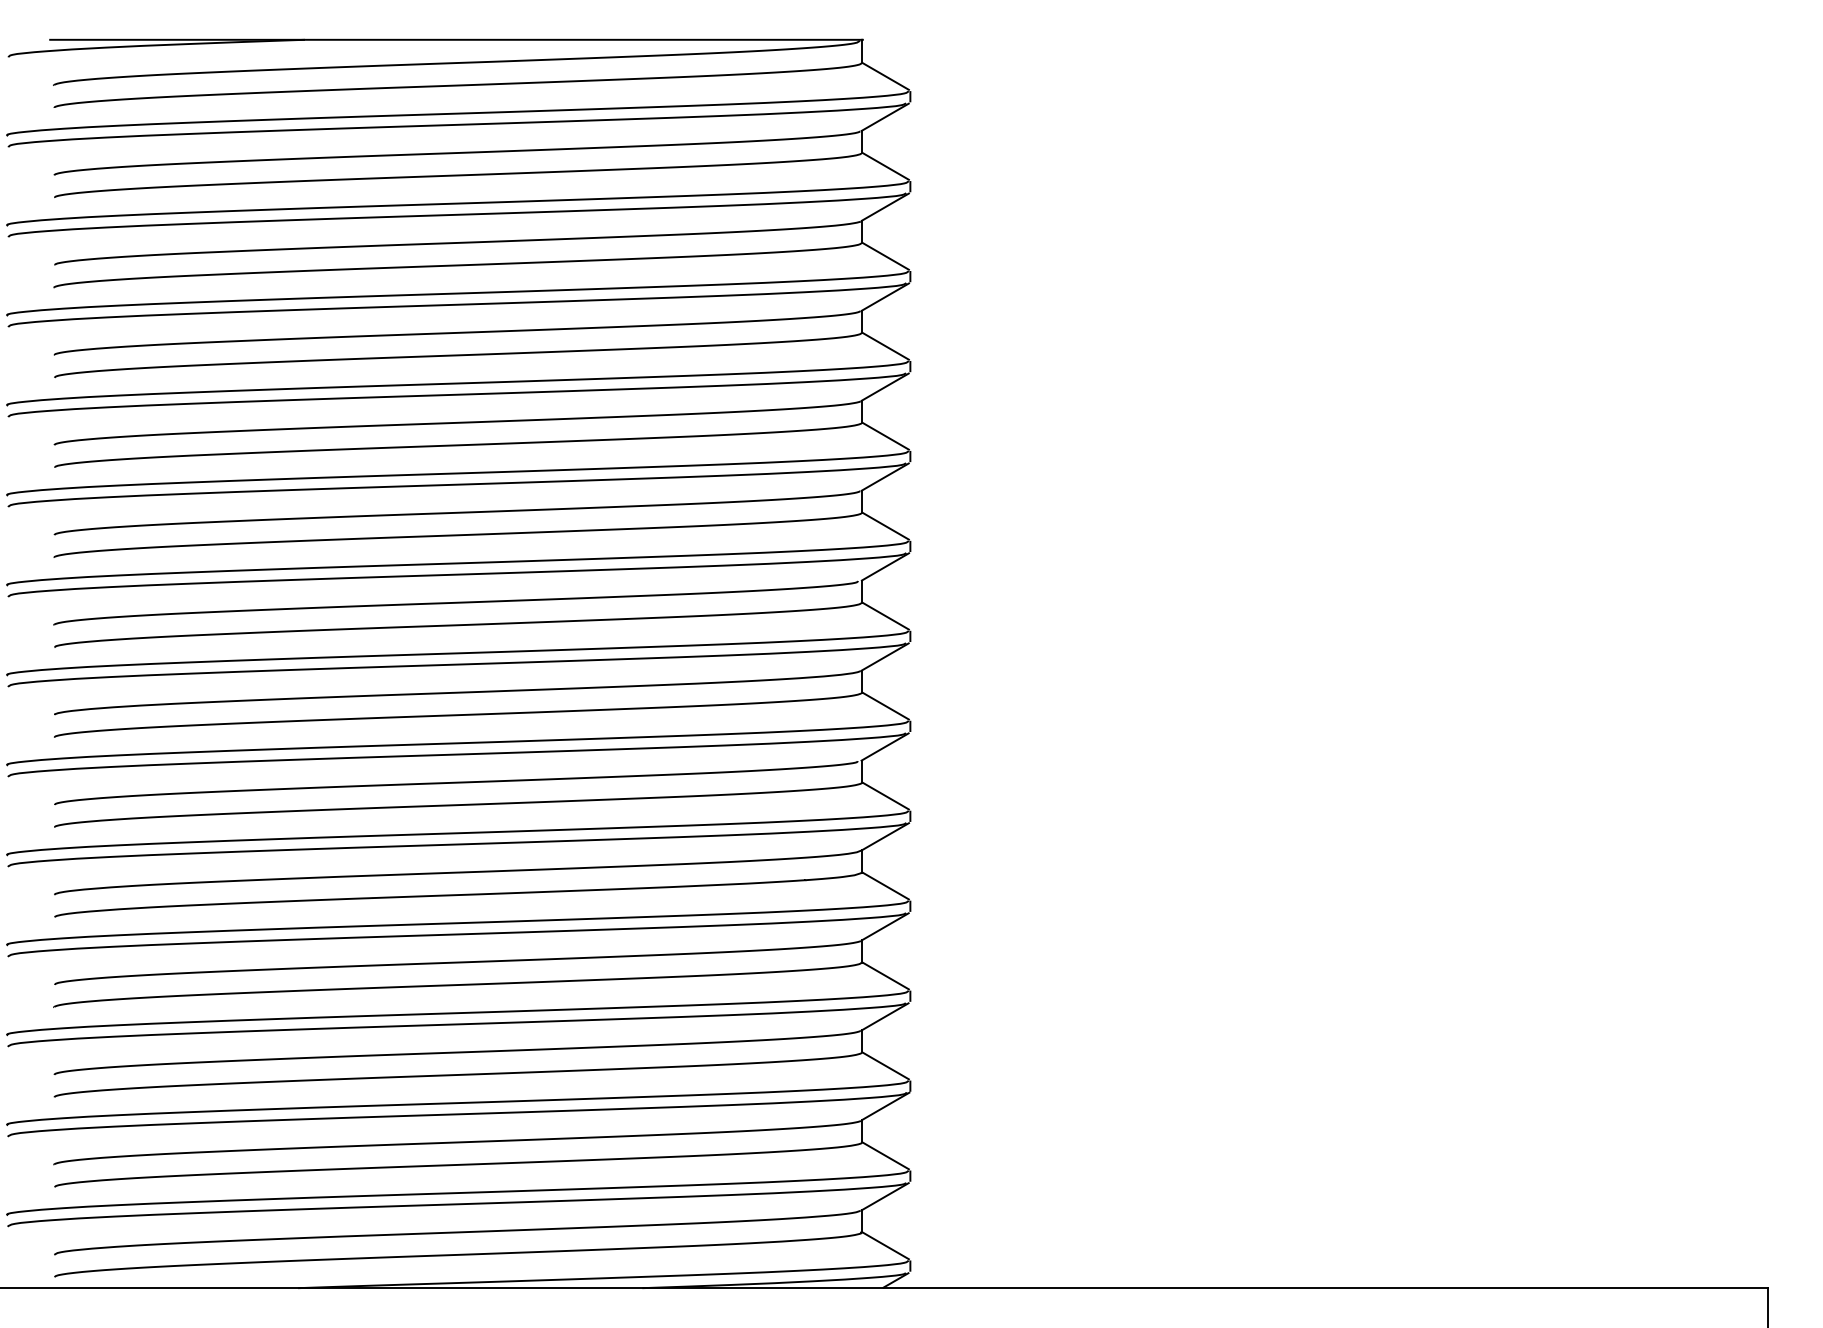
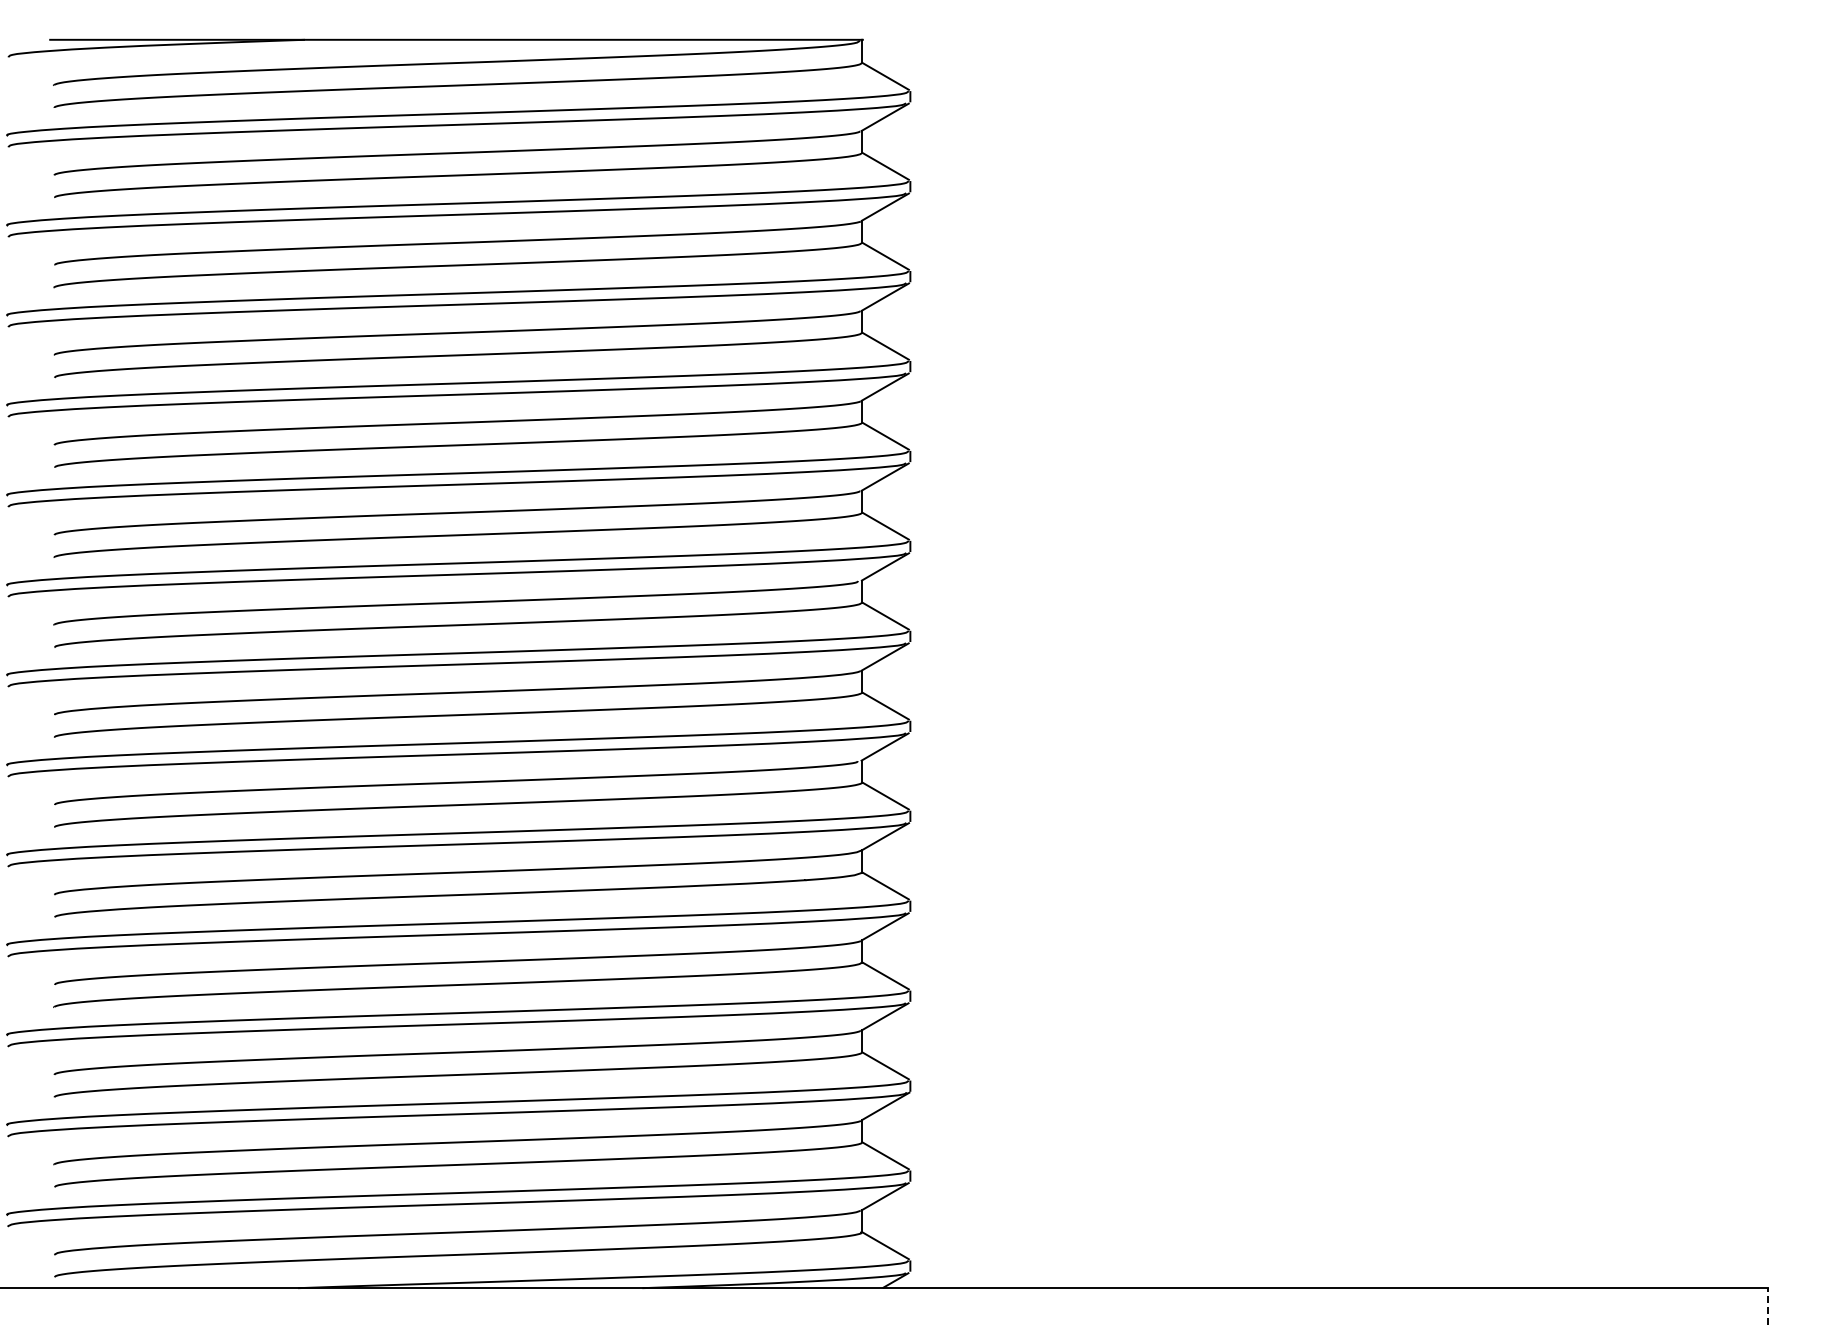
line at (1768, 1307): solid -> dashed
